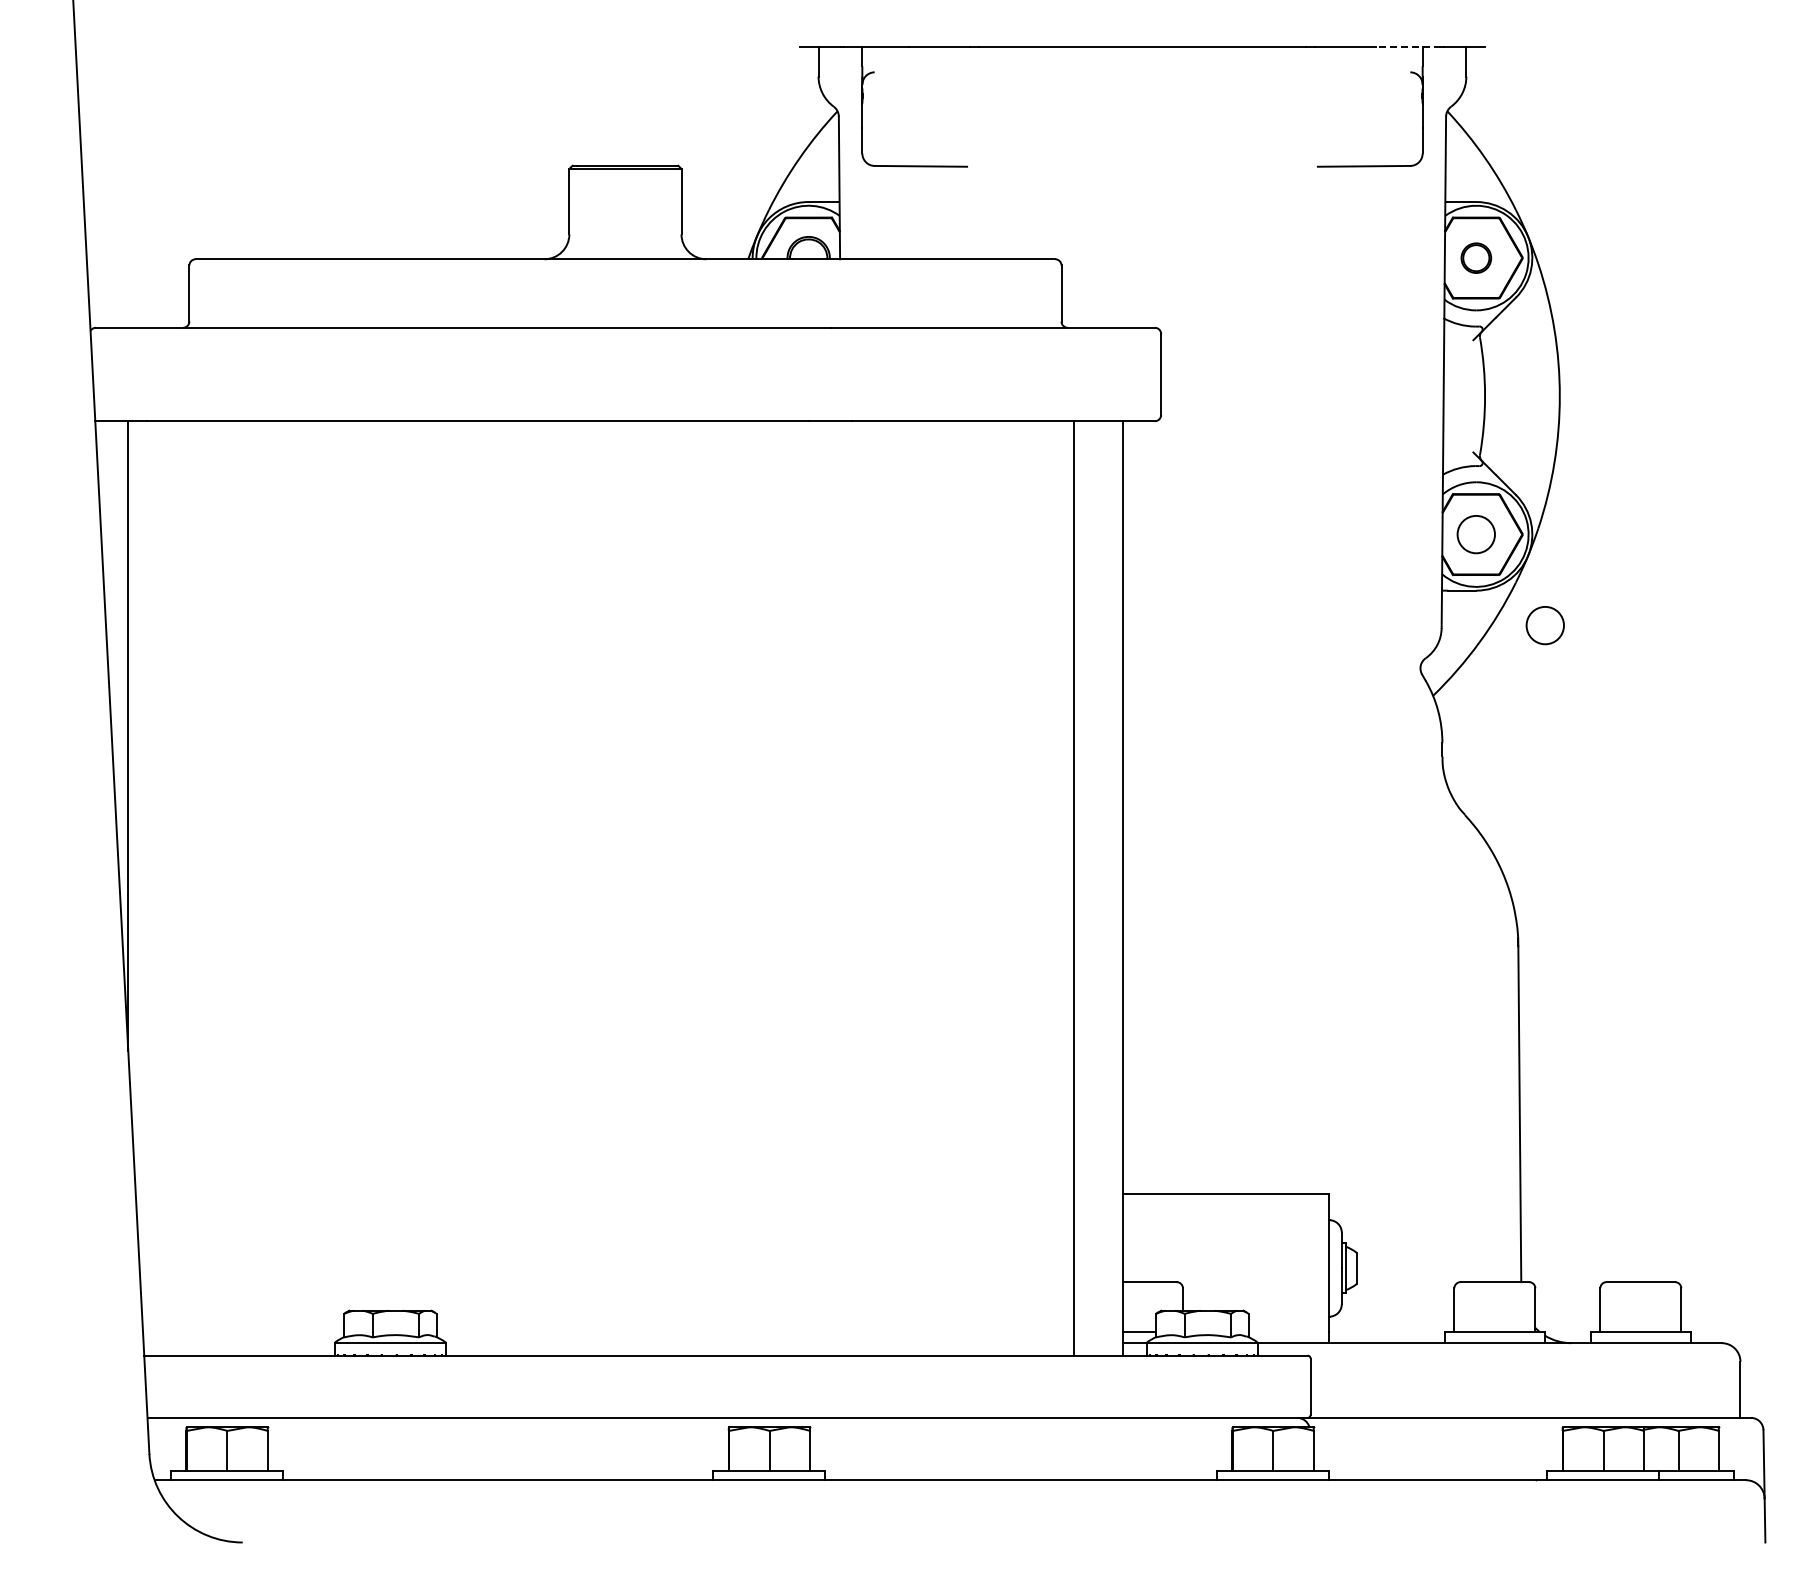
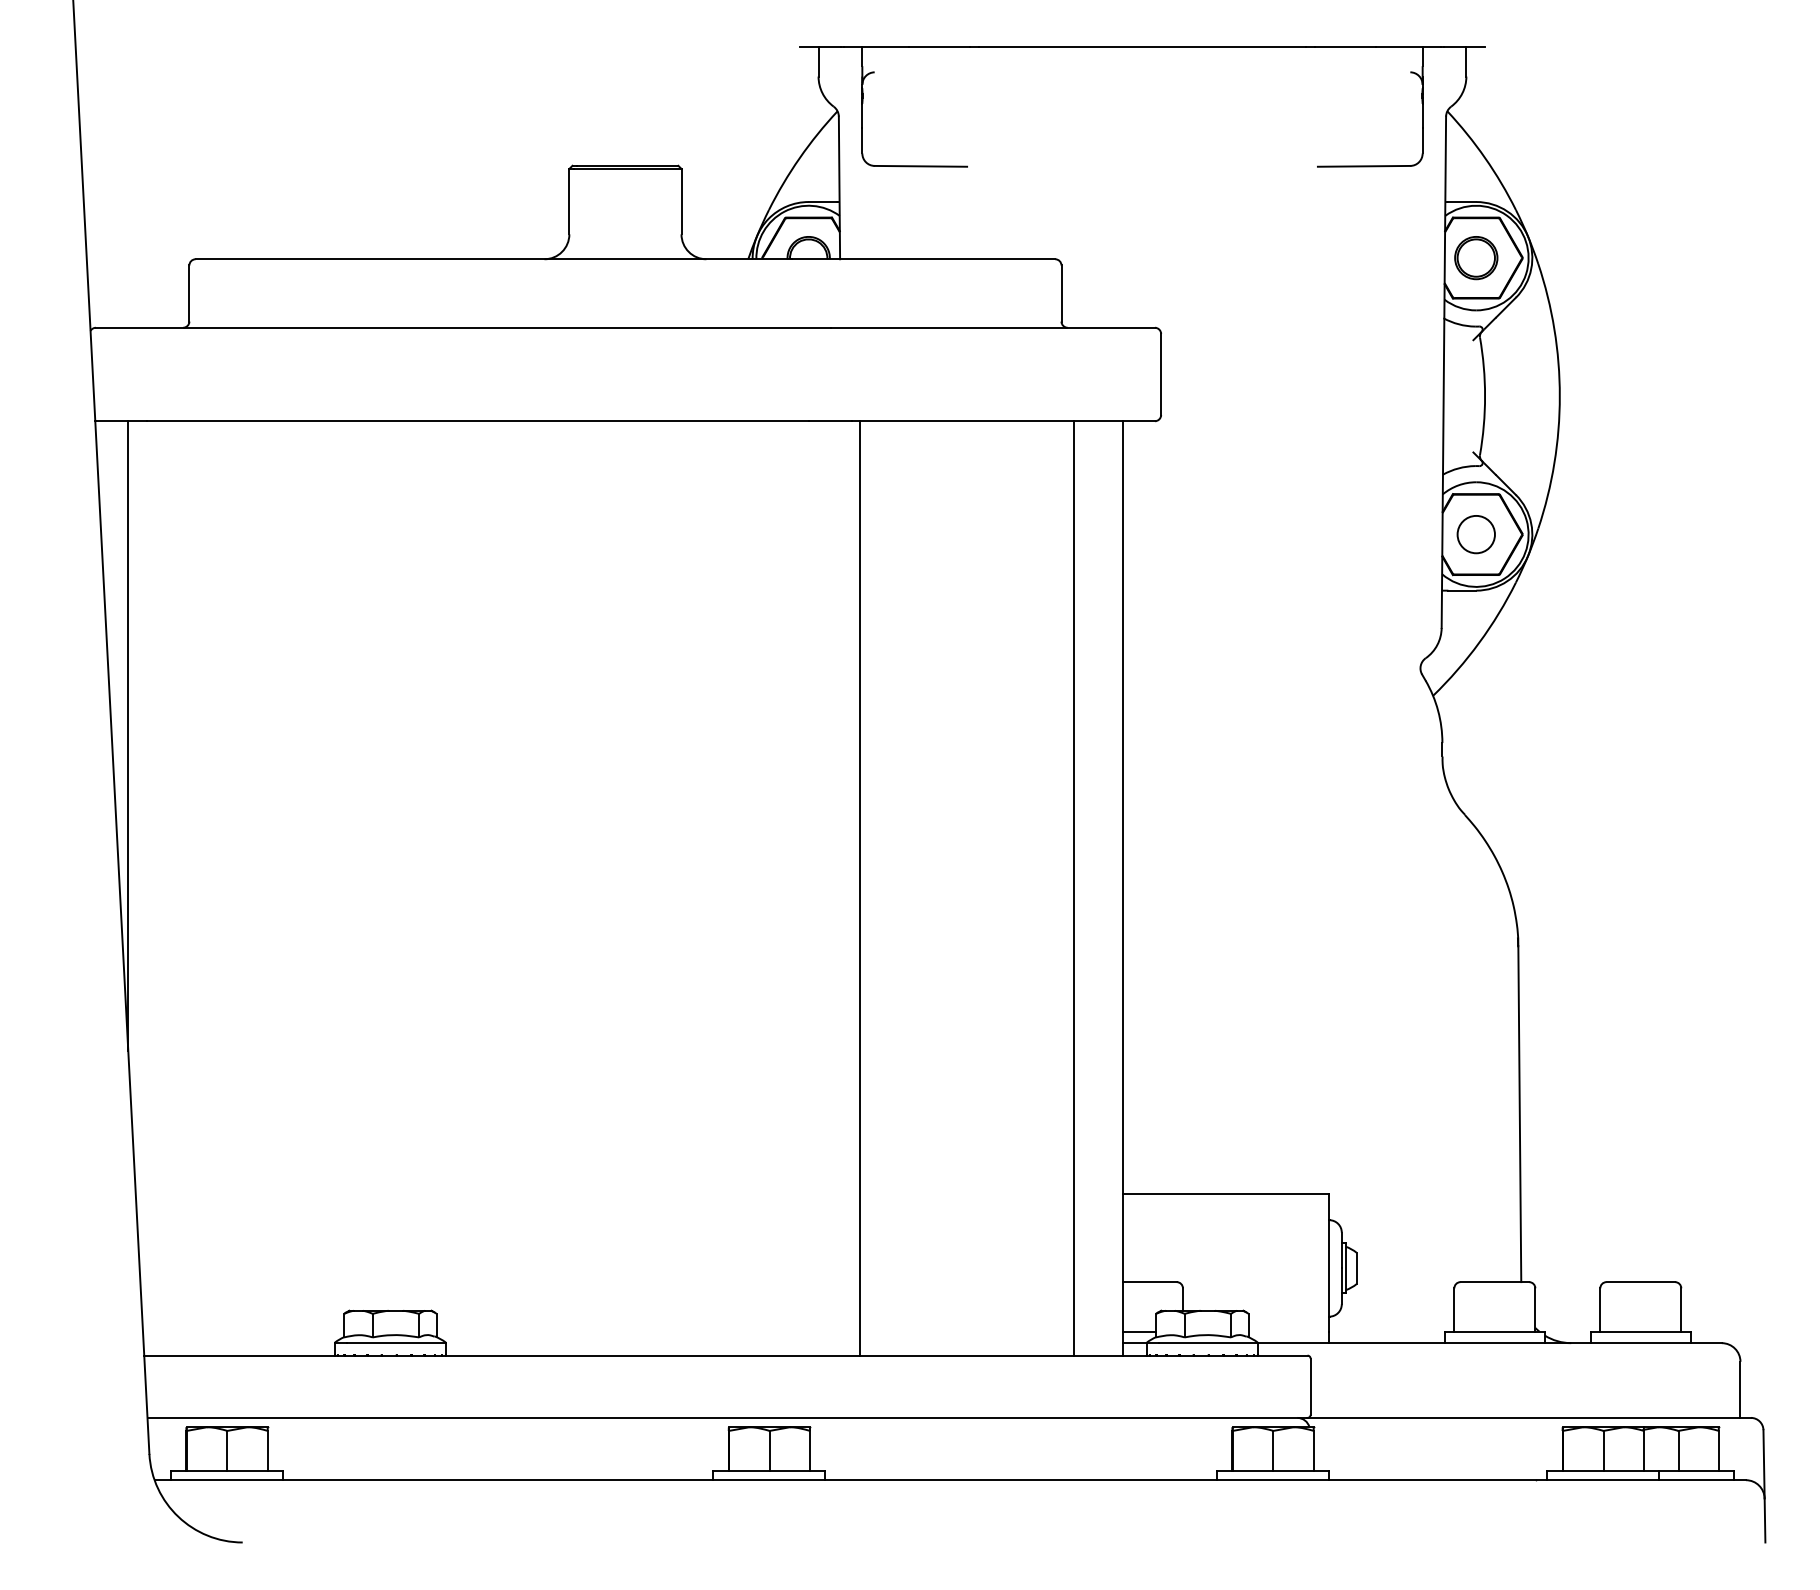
line at (1408, 47): dashed -> solid
part at (1476, 257) size: 33x32 px -> 45x45 px
circle at (1544, 625): present -> none
line at (860, 888): none -> present
